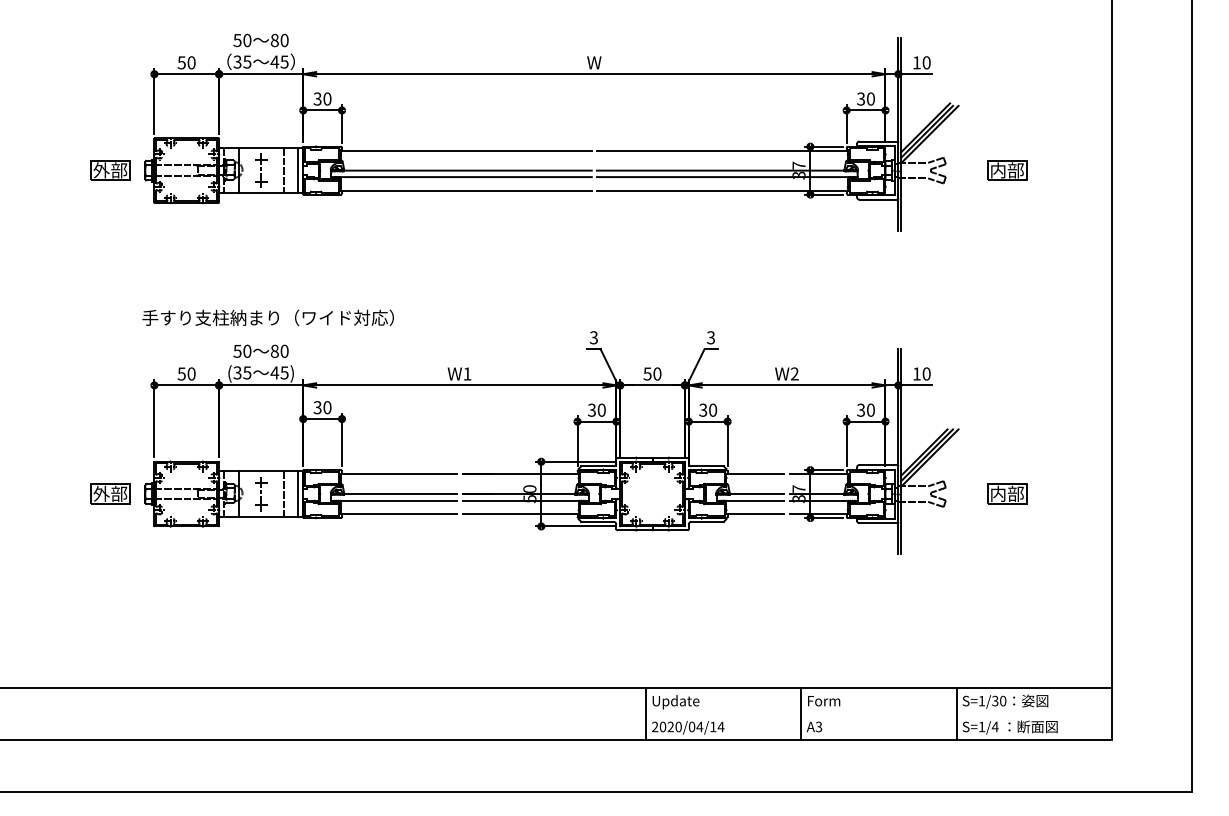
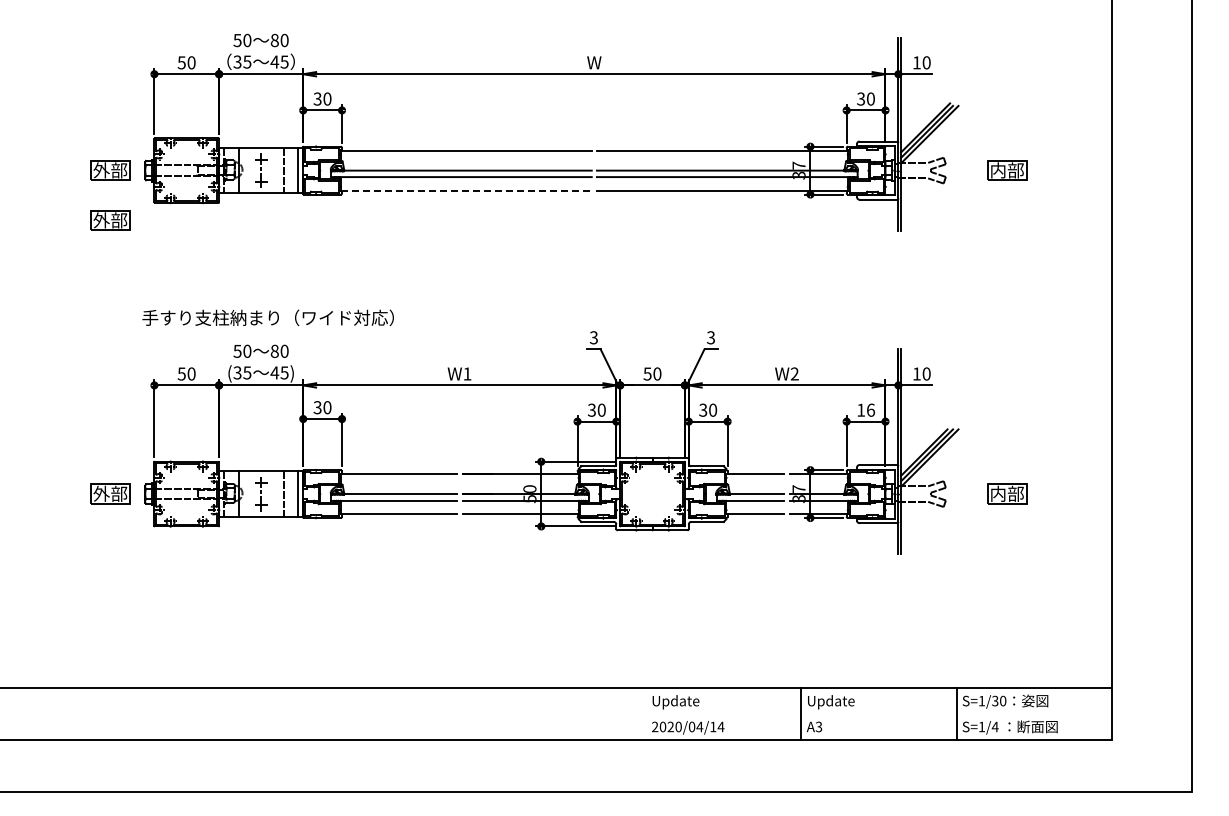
line at (466, 190): solid -> dashed
part at (110, 220): none -> present
text at (866, 409): 30 -> 16
text at (831, 702): Form -> Update
line at (646, 713): present -> none
